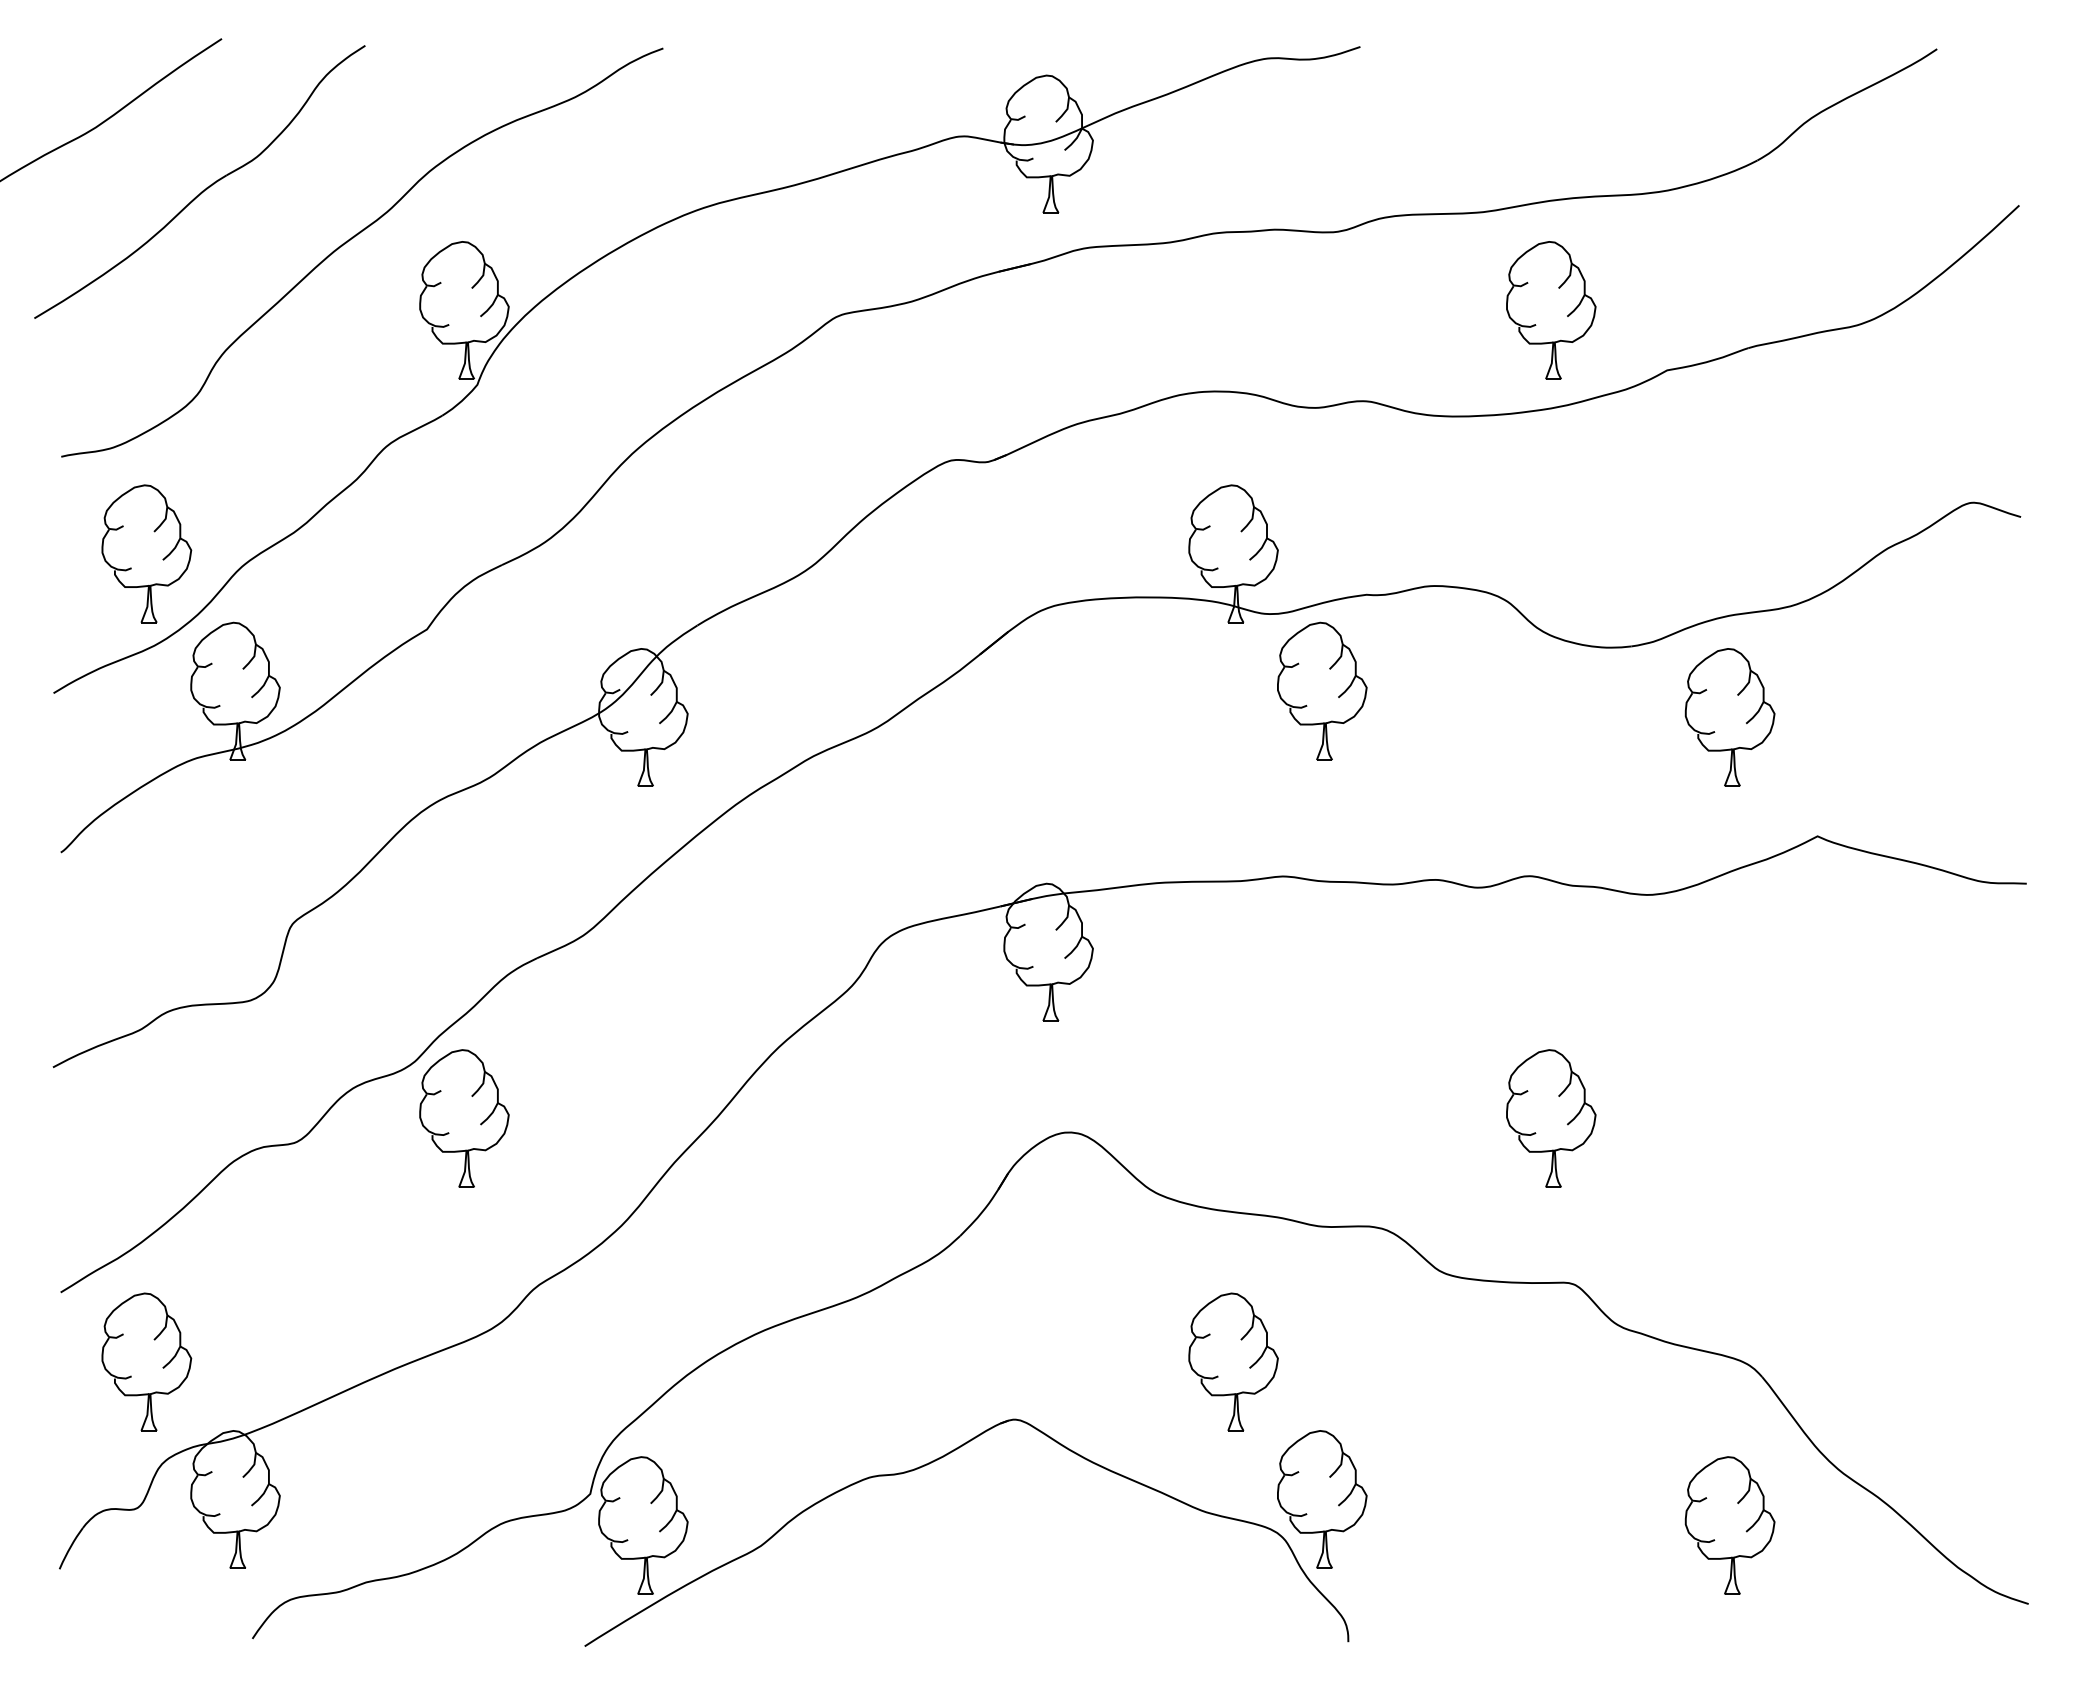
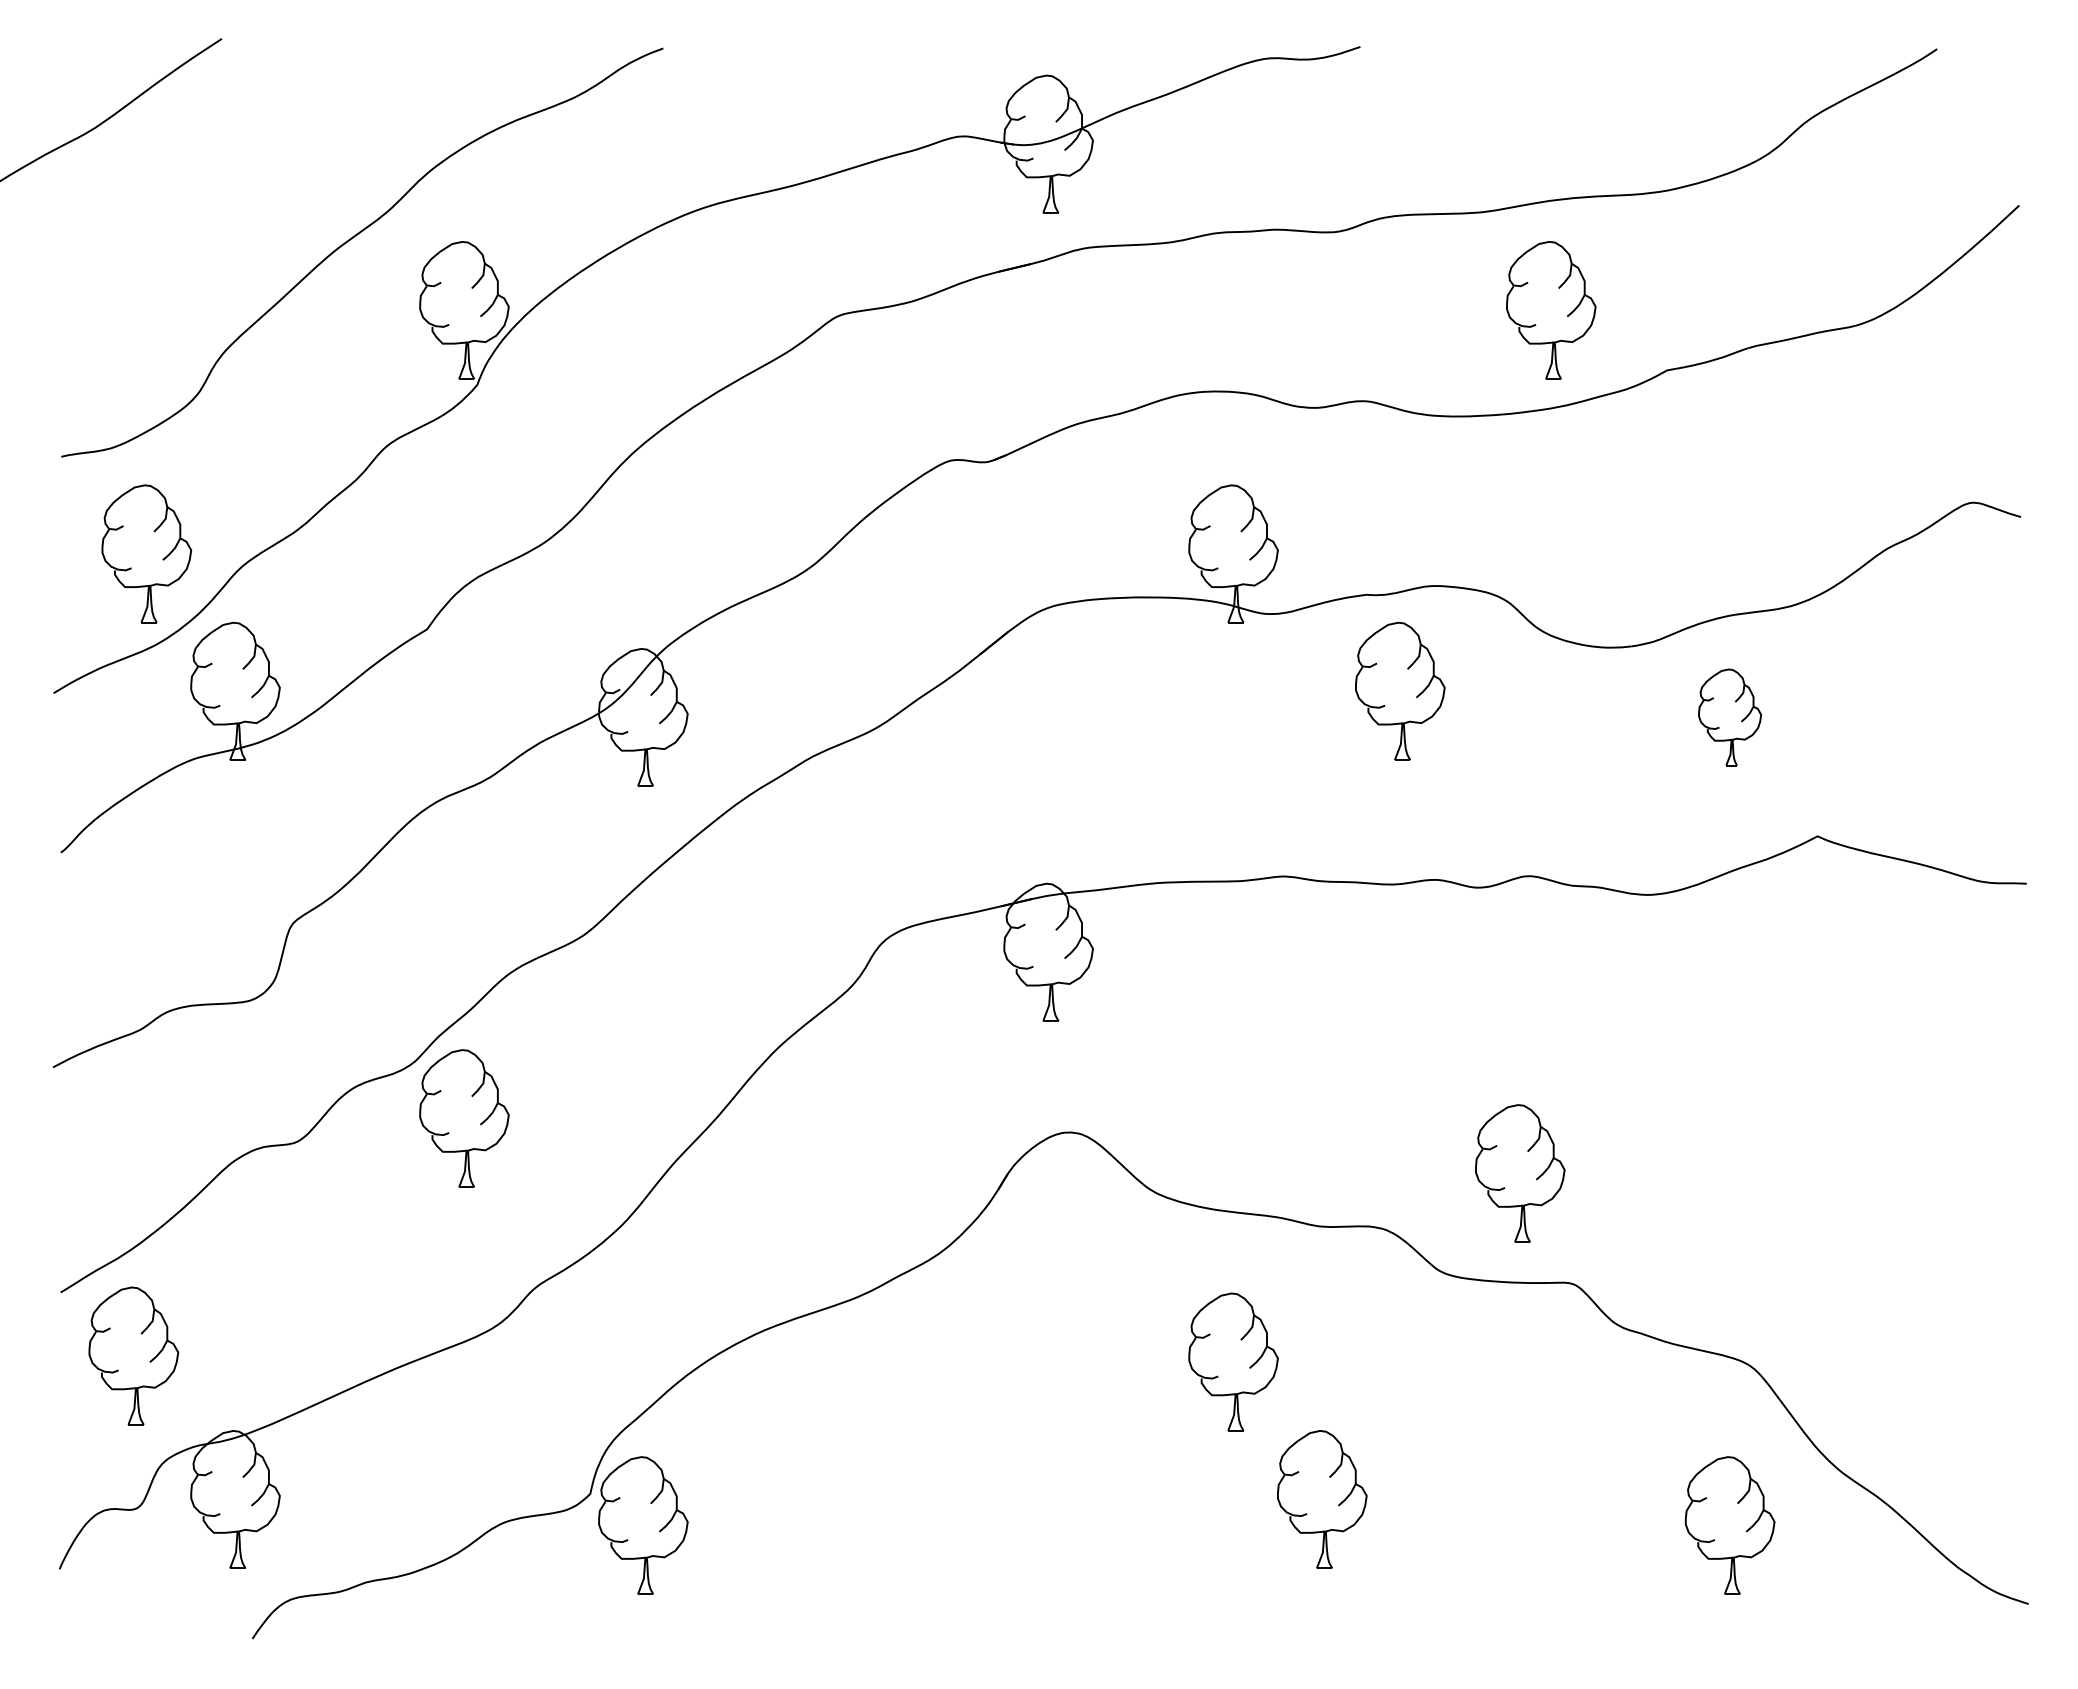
part at (206, 187): present -> none
part at (1322, 690) position: (1322, 690) -> (1400, 690)
part at (1729, 717) size: 92x139 px -> 64x99 px
part at (1551, 1118) position: (1551, 1118) -> (1520, 1173)
part at (146, 1361) position: (146, 1361) -> (133, 1355)
part at (931, 1463): present -> none
